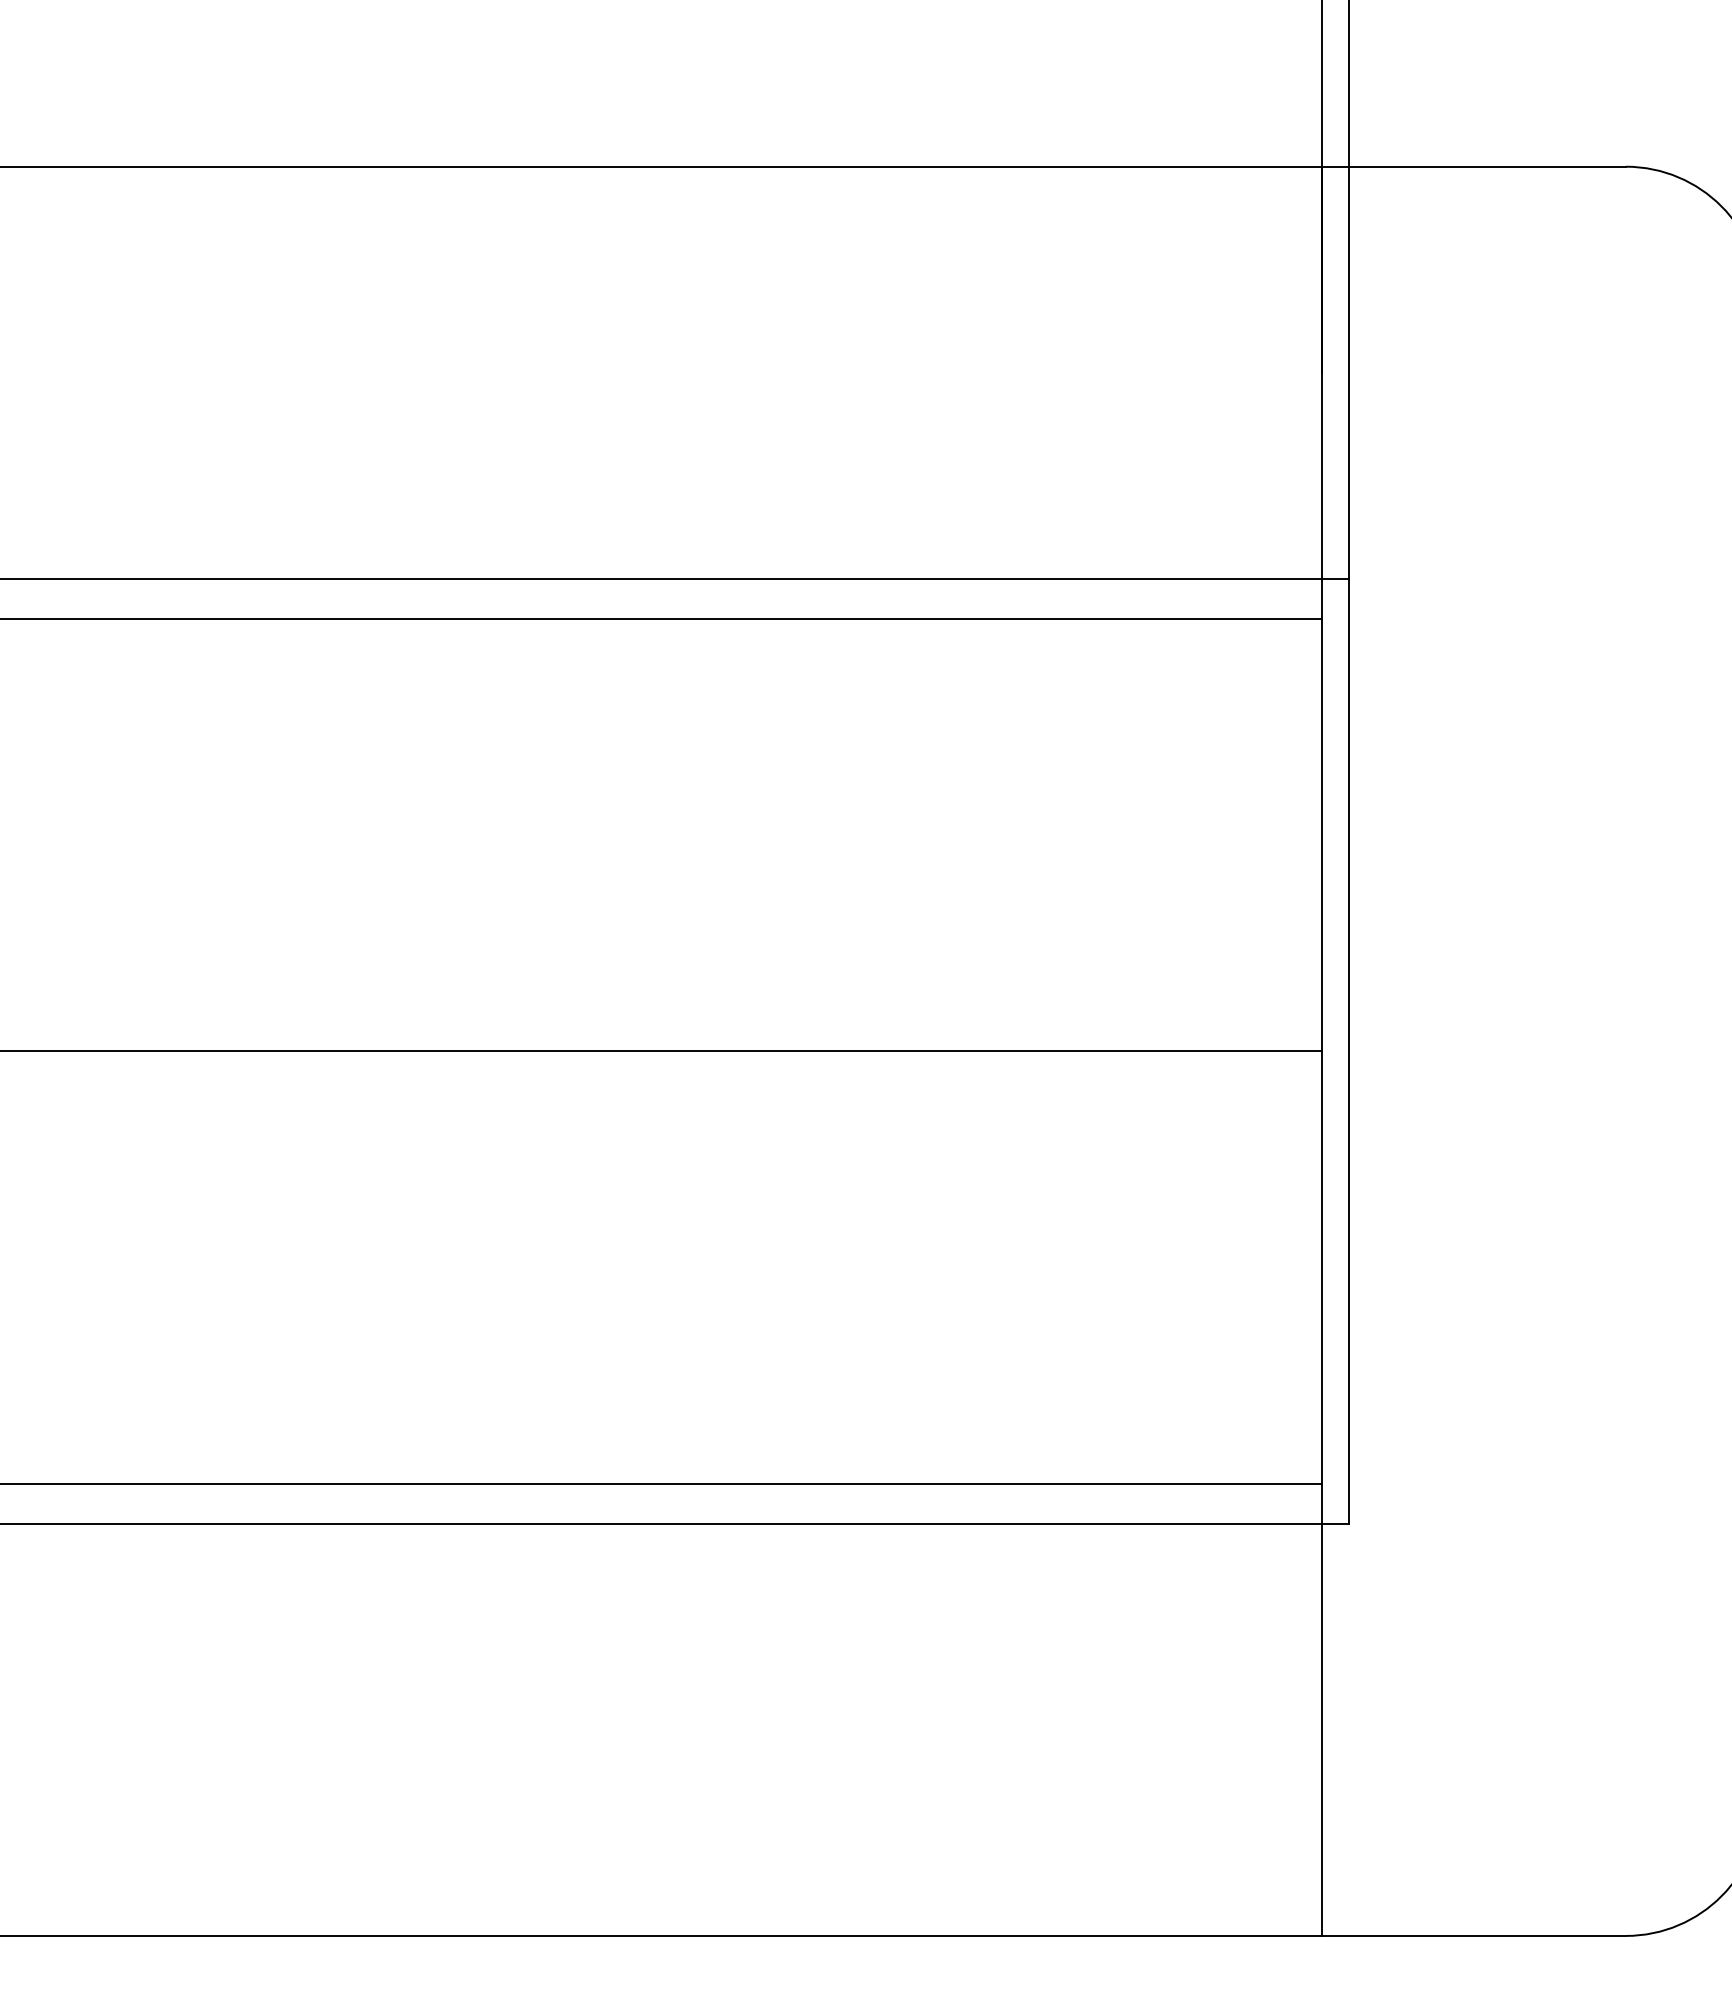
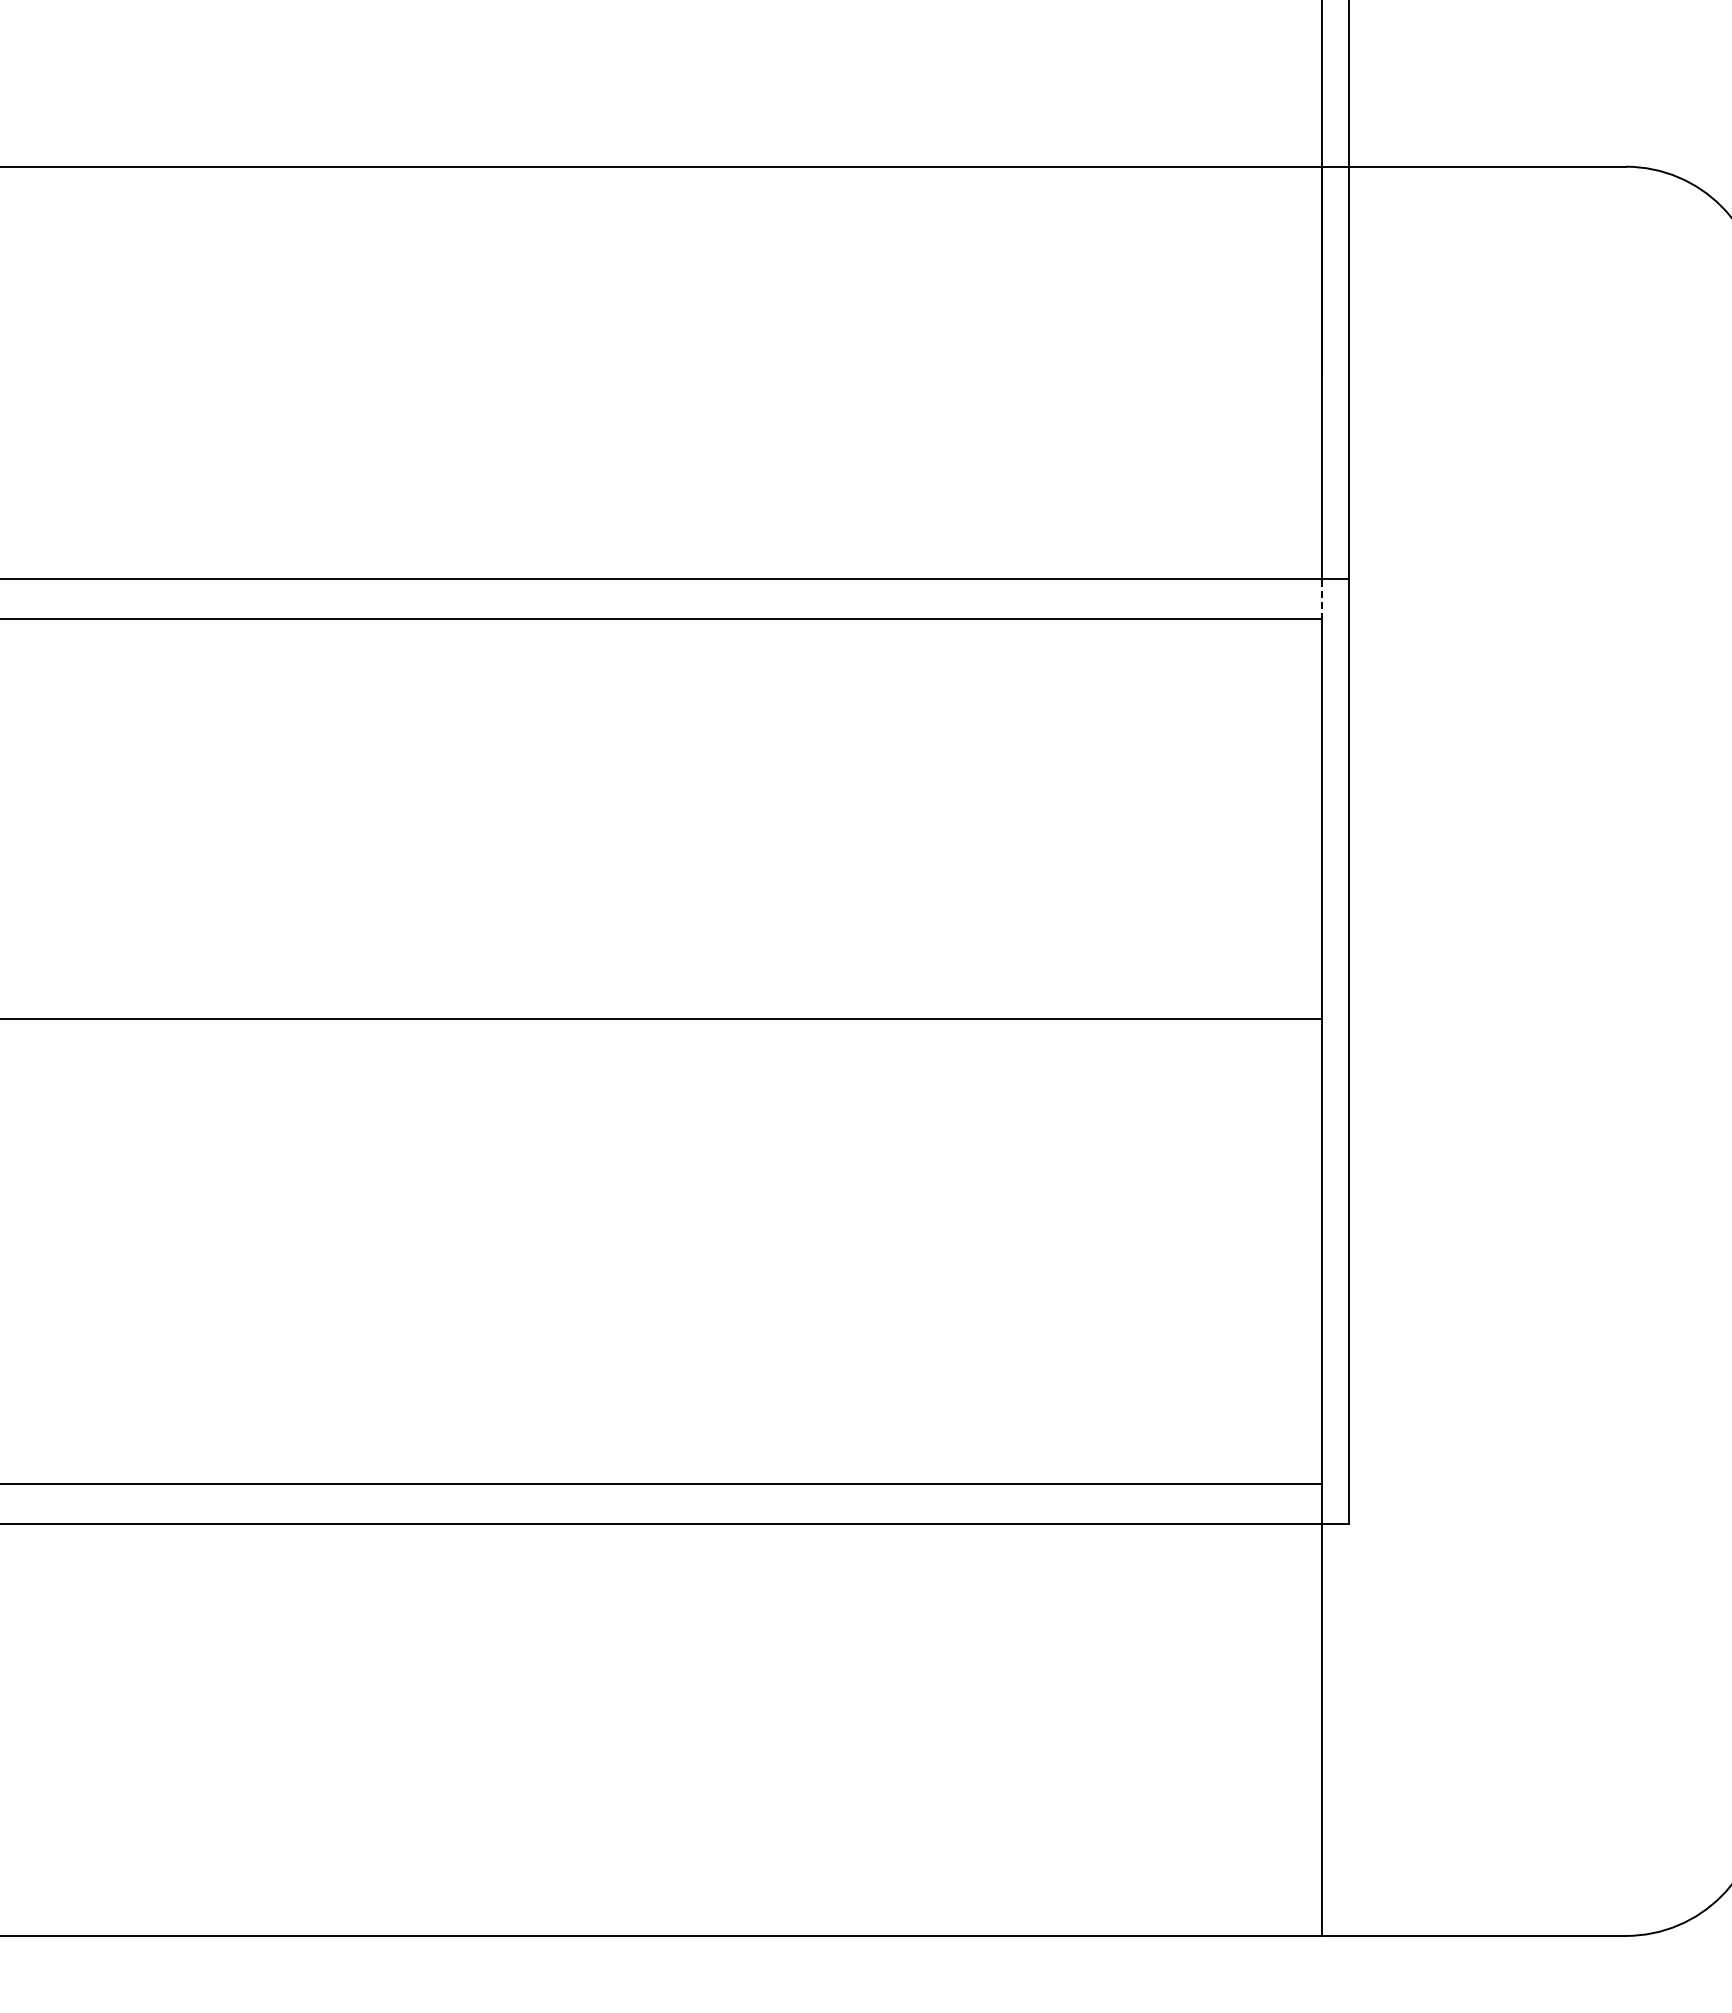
line at (1322, 599): solid -> dashed
line at (662, 1051) position: (662, 1051) -> (662, 1019)
